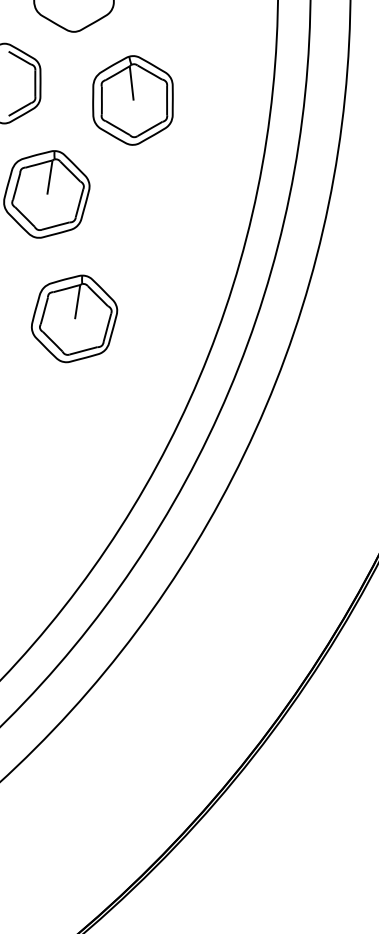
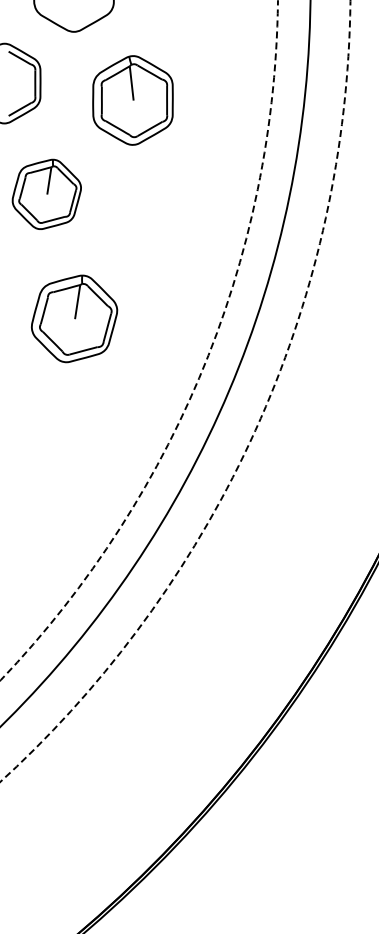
part at (46, 194) size: 88x89 px -> 71x72 px
circle at (138, 340): solid -> dashed
circle at (175, 391): solid -> dashed
